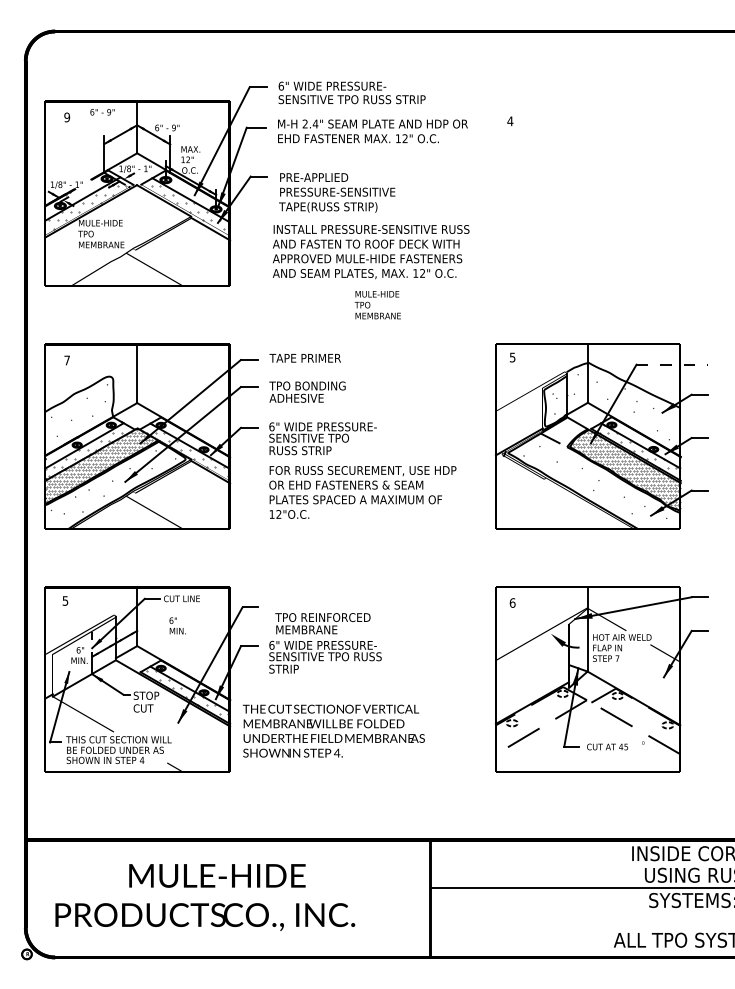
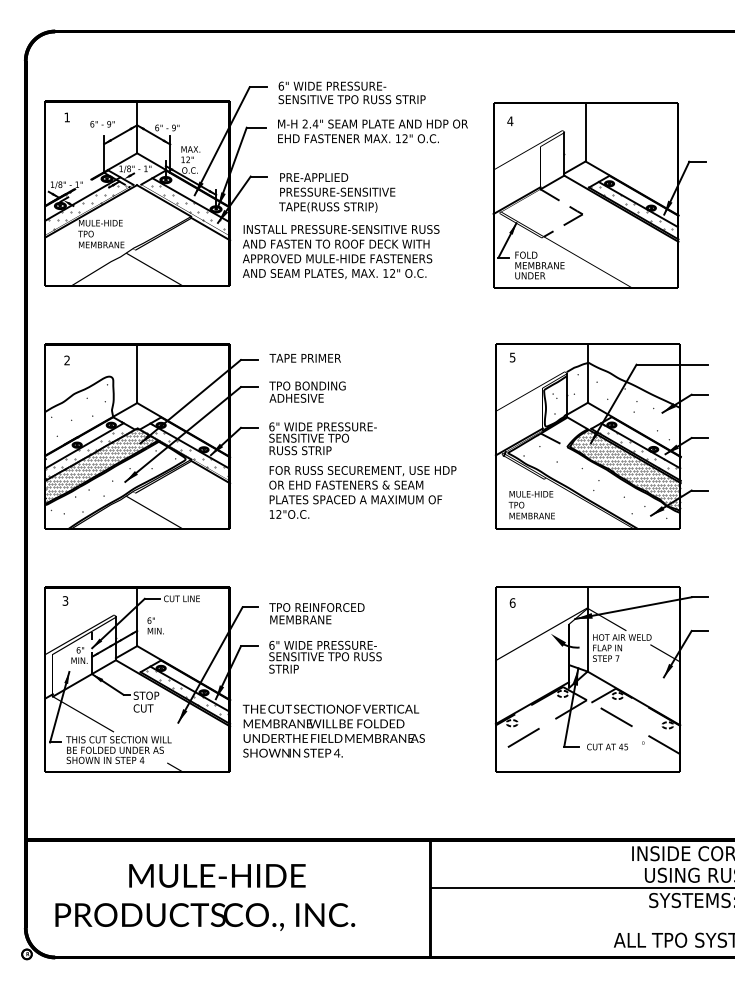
text at (102, 112) position: (102, 112) -> (102, 124)
text at (67, 117): 9 -> 1
part at (599, 195): none -> present
text at (370, 252) position: (370, 252) -> (340, 252)
text at (377, 305) position: (377, 305) -> (531, 505)
text at (66, 360): 7 -> 2
line at (672, 364): dashed -> solid
text at (65, 600): 5 -> 3
text at (322, 623) position: (322, 623) -> (316, 613)
text at (177, 625) position: (177, 625) -> (155, 625)
